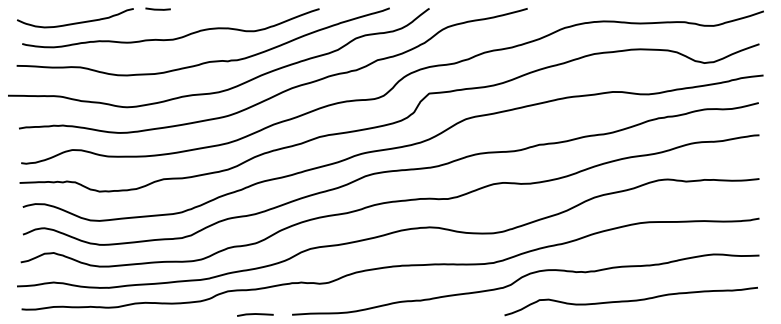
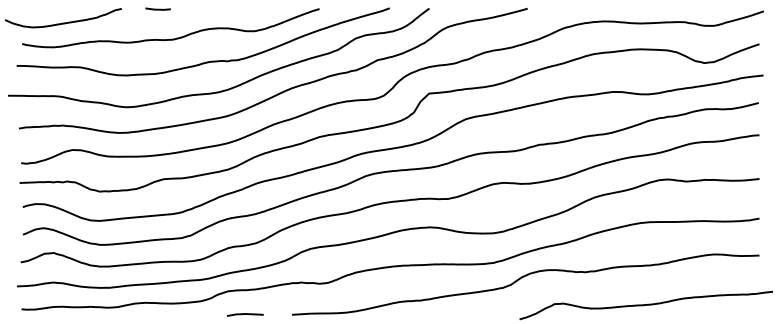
curve at (75, 22) position: (75, 22) -> (63, 22)
curve at (630, 301) position: (630, 301) -> (645, 305)
line at (255, 314) position: (255, 314) -> (245, 314)
